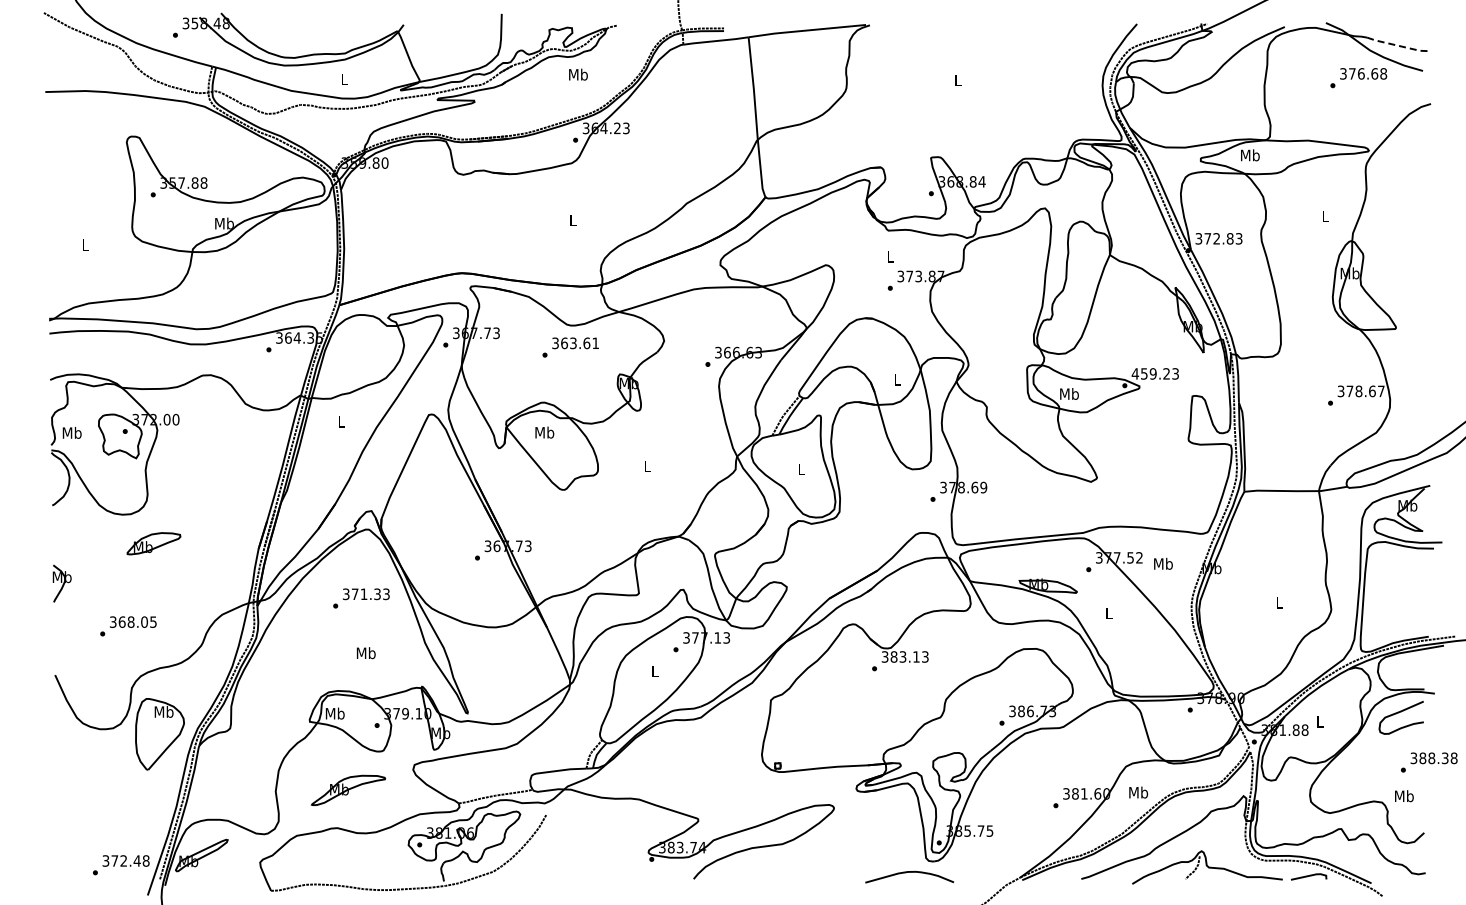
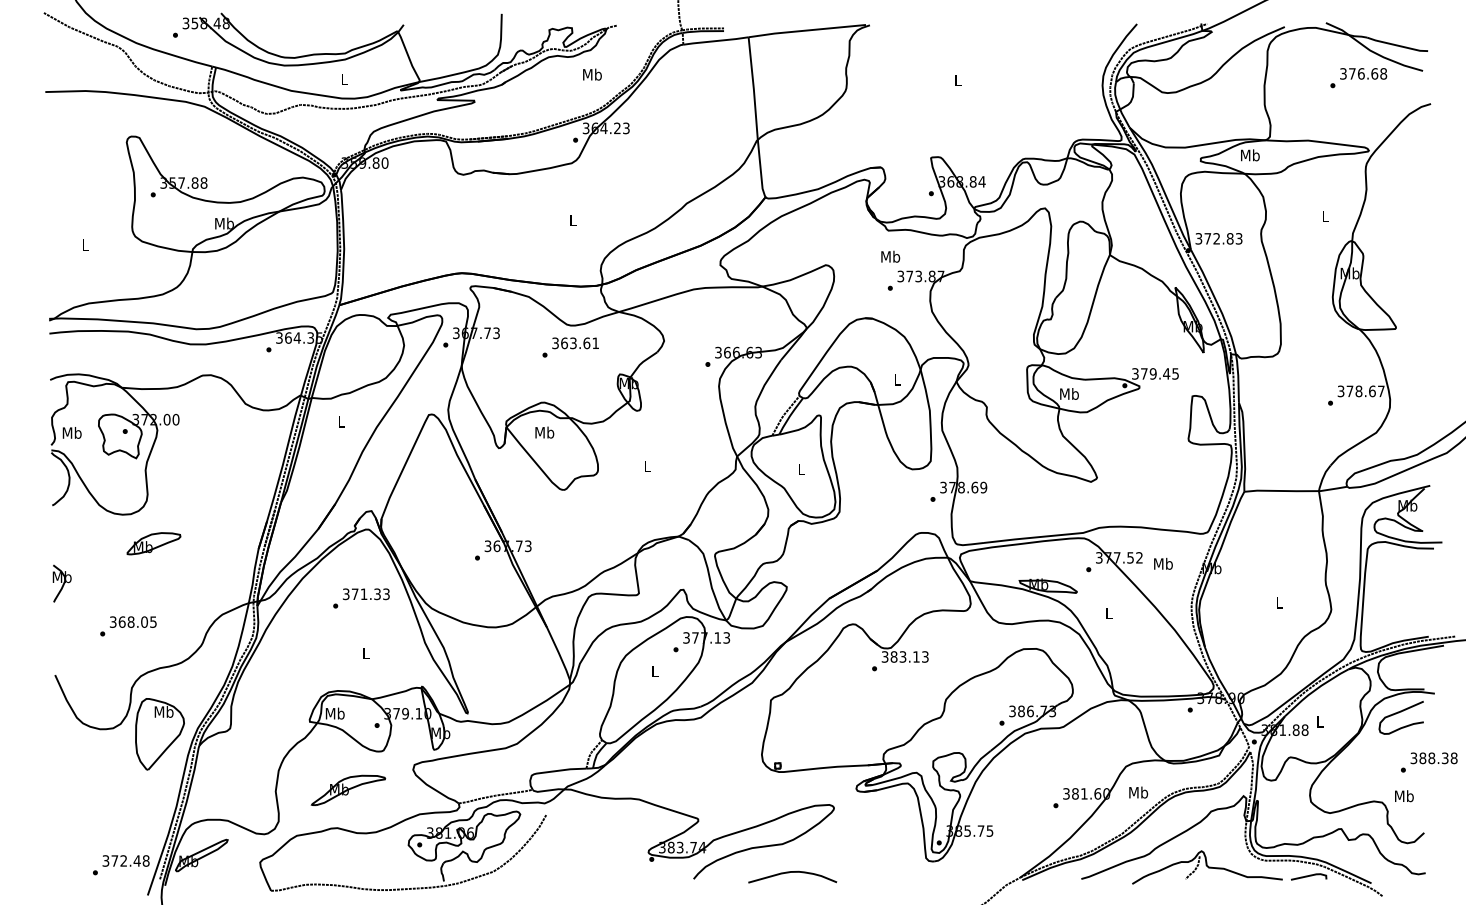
line at (1397, 45): dashed -> solid
text at (578, 74) position: (578, 74) -> (592, 74)
text at (890, 256): L -> Mb
text at (1154, 373): 459.23 -> 379.45
text at (365, 653): Mb -> L
curve at (909, 872) position: (909, 872) -> (792, 872)
